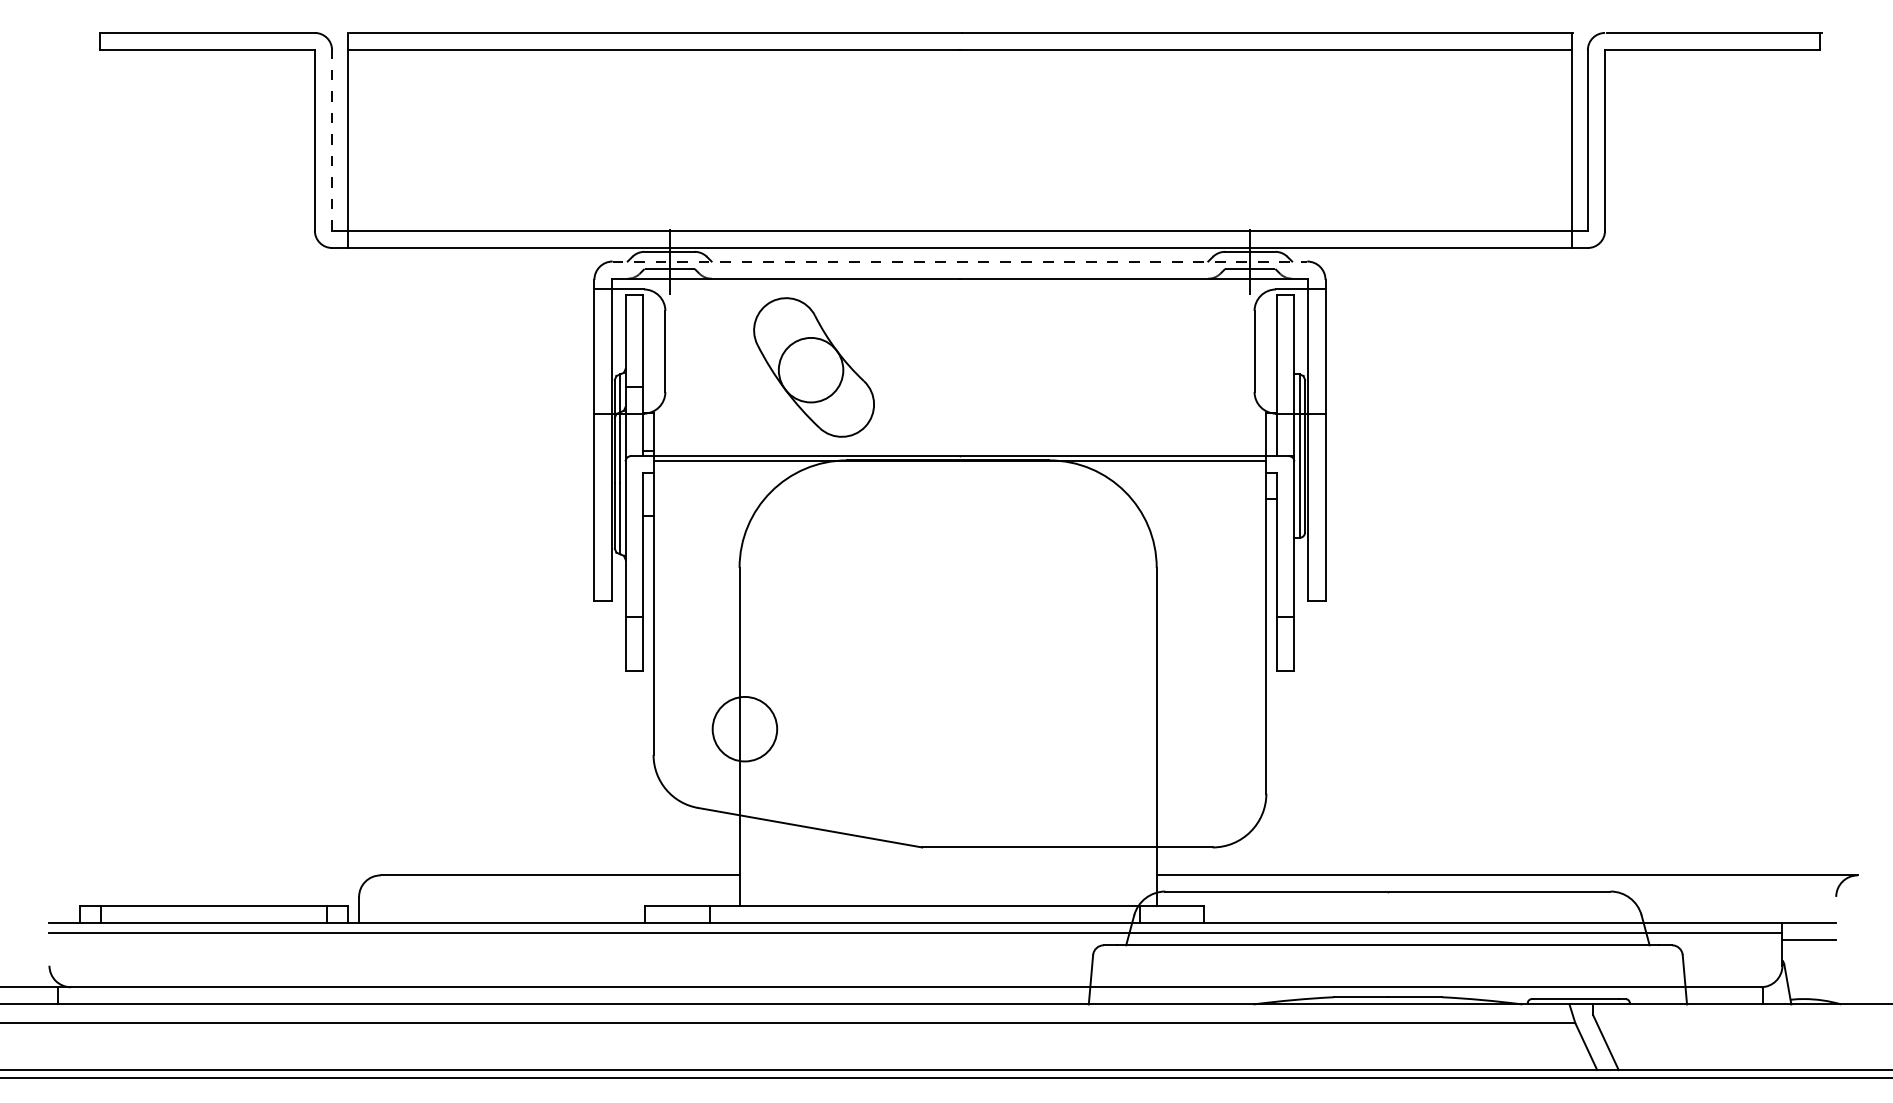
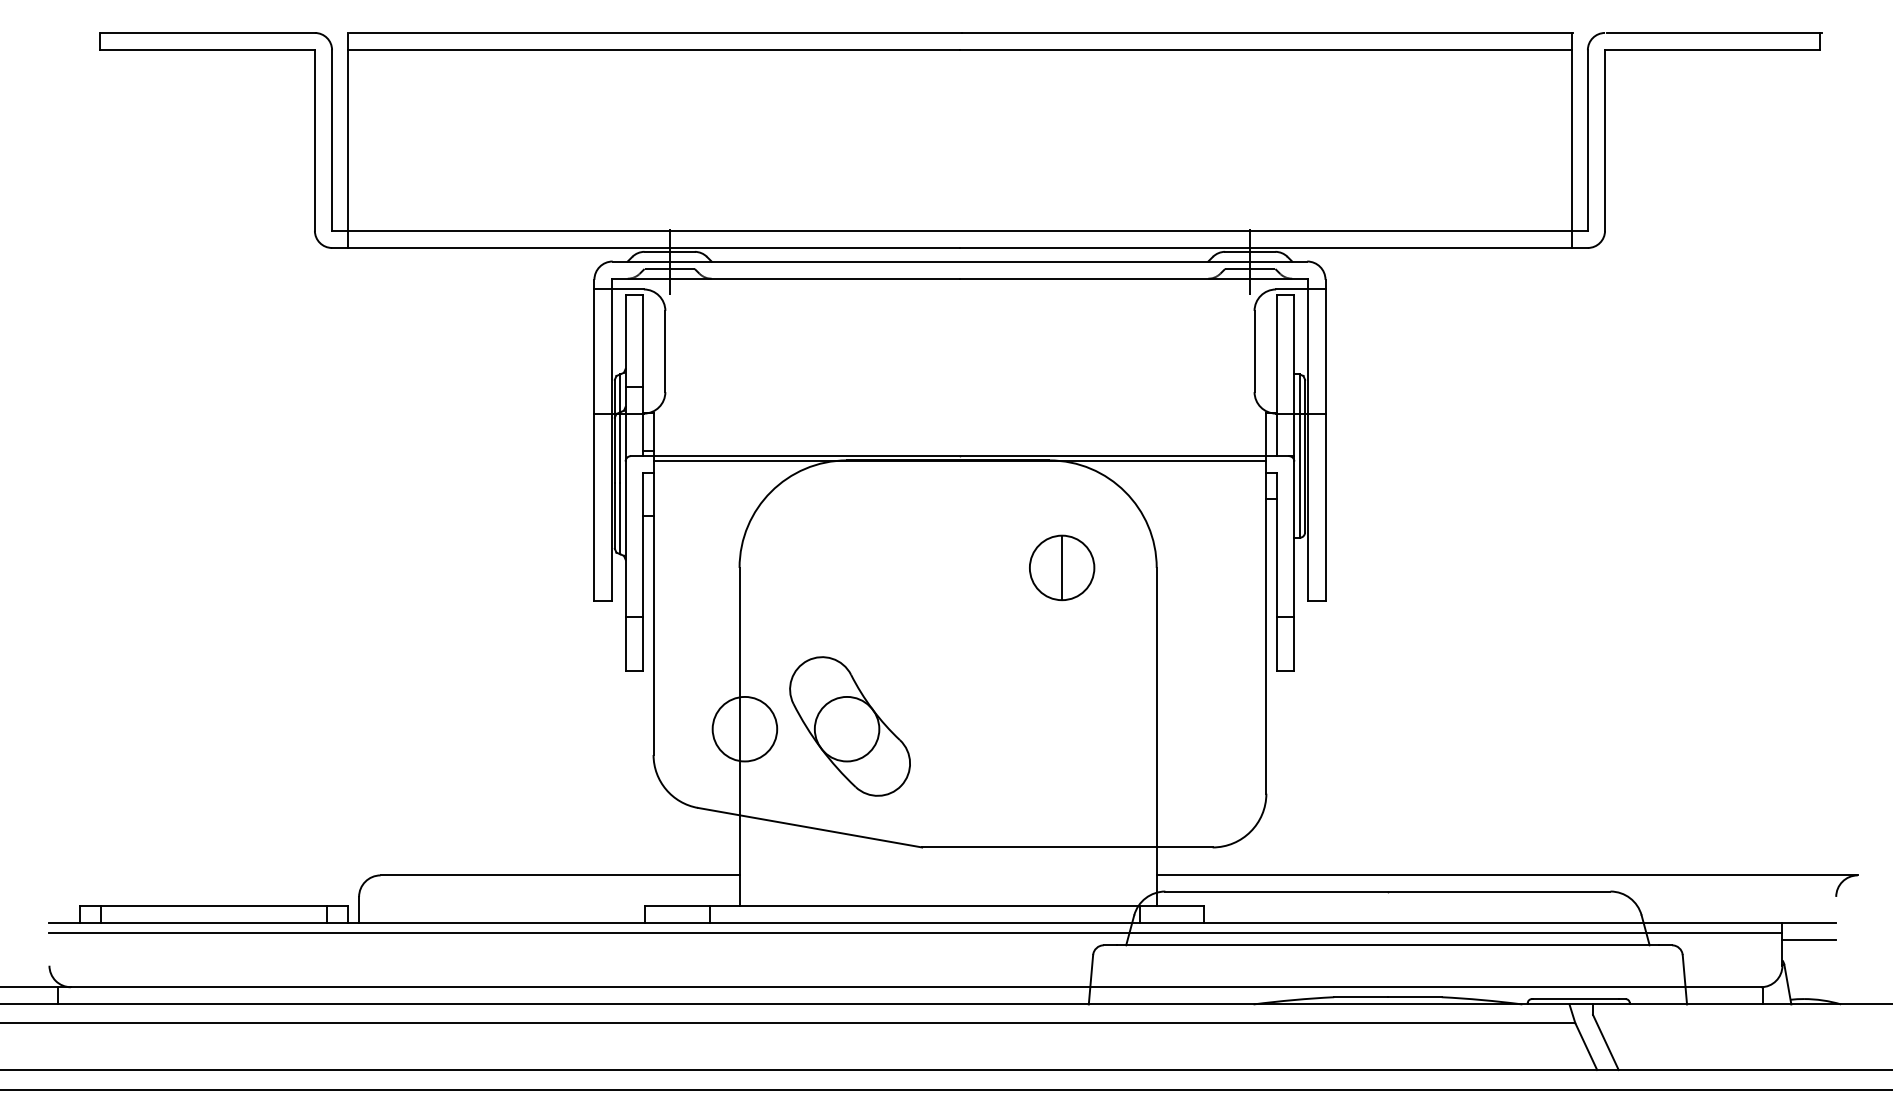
line at (332, 139): dashed -> solid
line at (960, 261): dashed -> solid
part at (813, 367) position: (813, 367) -> (849, 726)
part at (1062, 567): none -> present
line at (945, 1078) position: (945, 1078) -> (945, 1090)
